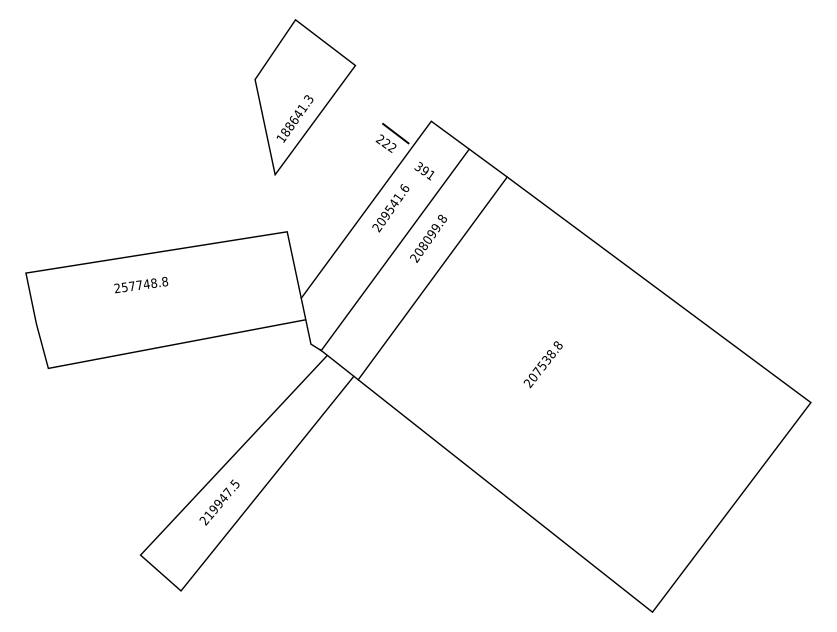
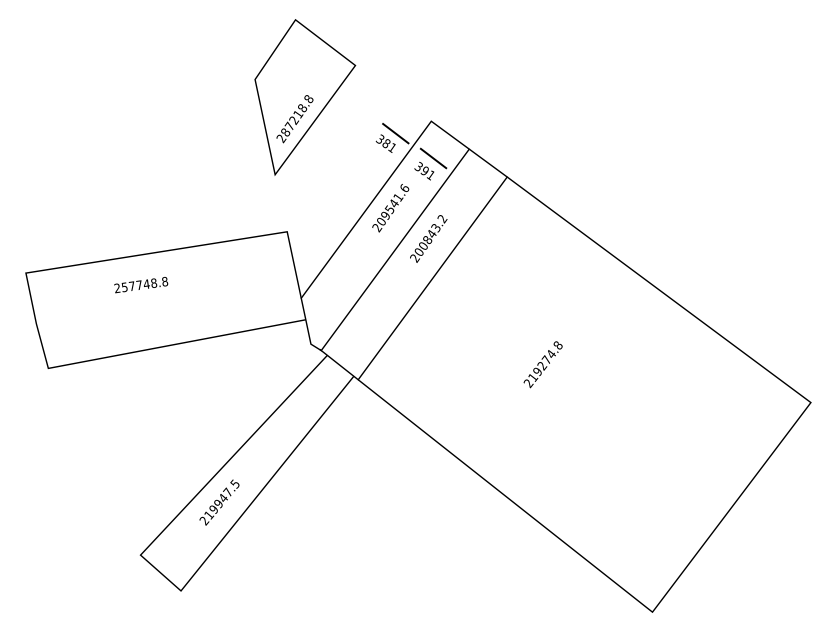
text at (294, 119): 188641.3 -> 287218.8
text at (385, 142): 222 -> 381
line at (433, 158): none -> present
text at (433, 232): 208099.8 -> 200843.2
text at (541, 365): 207538.8 -> 219274.8
